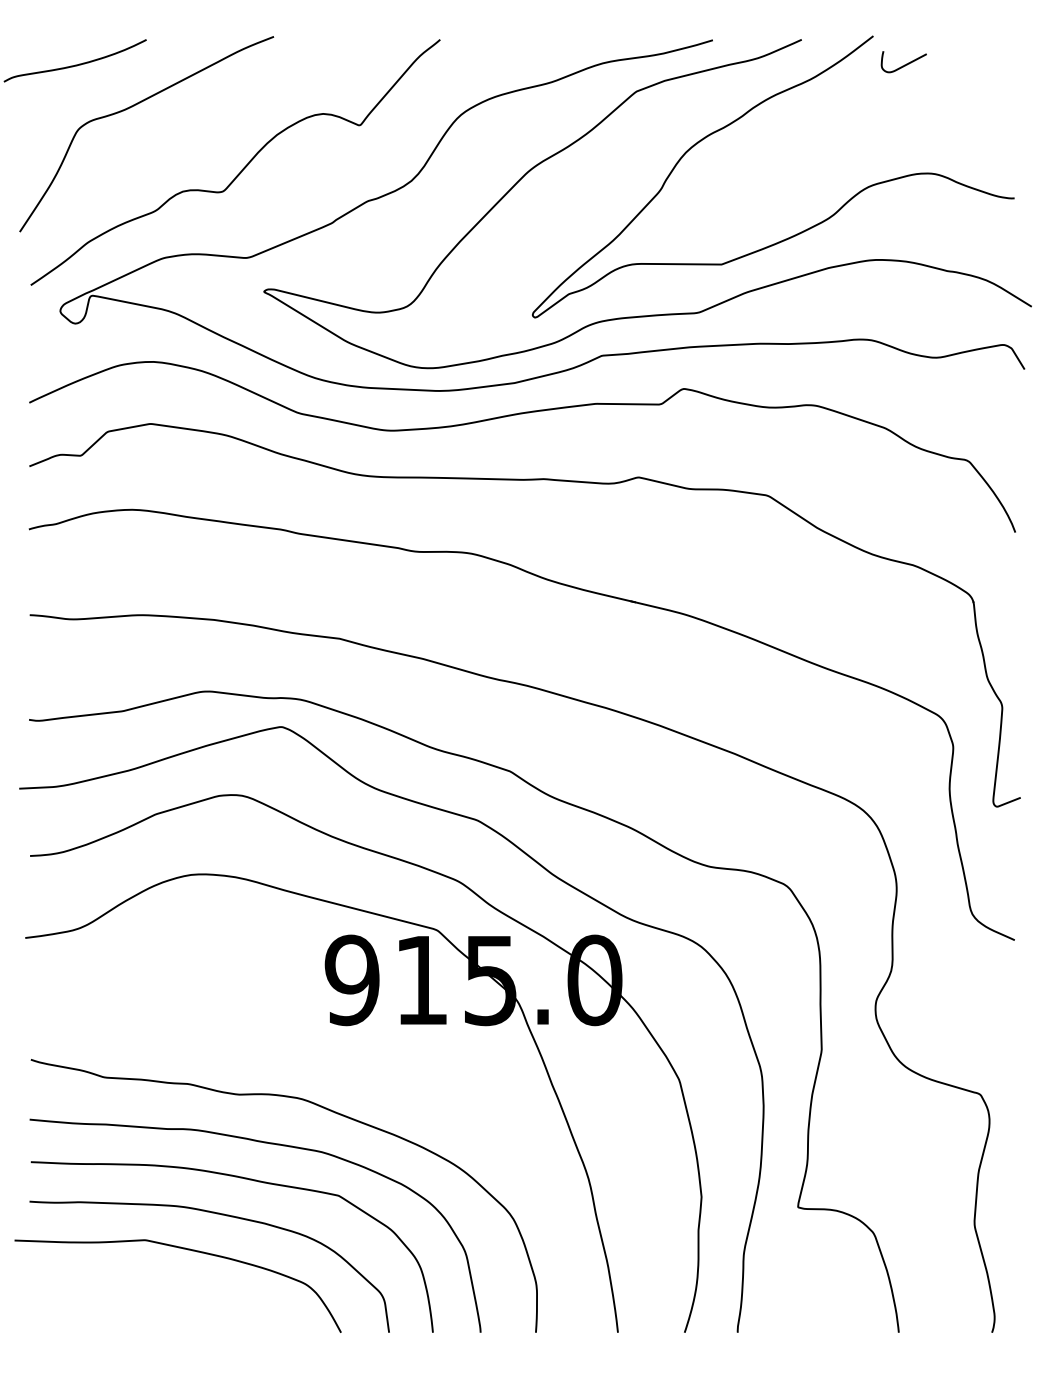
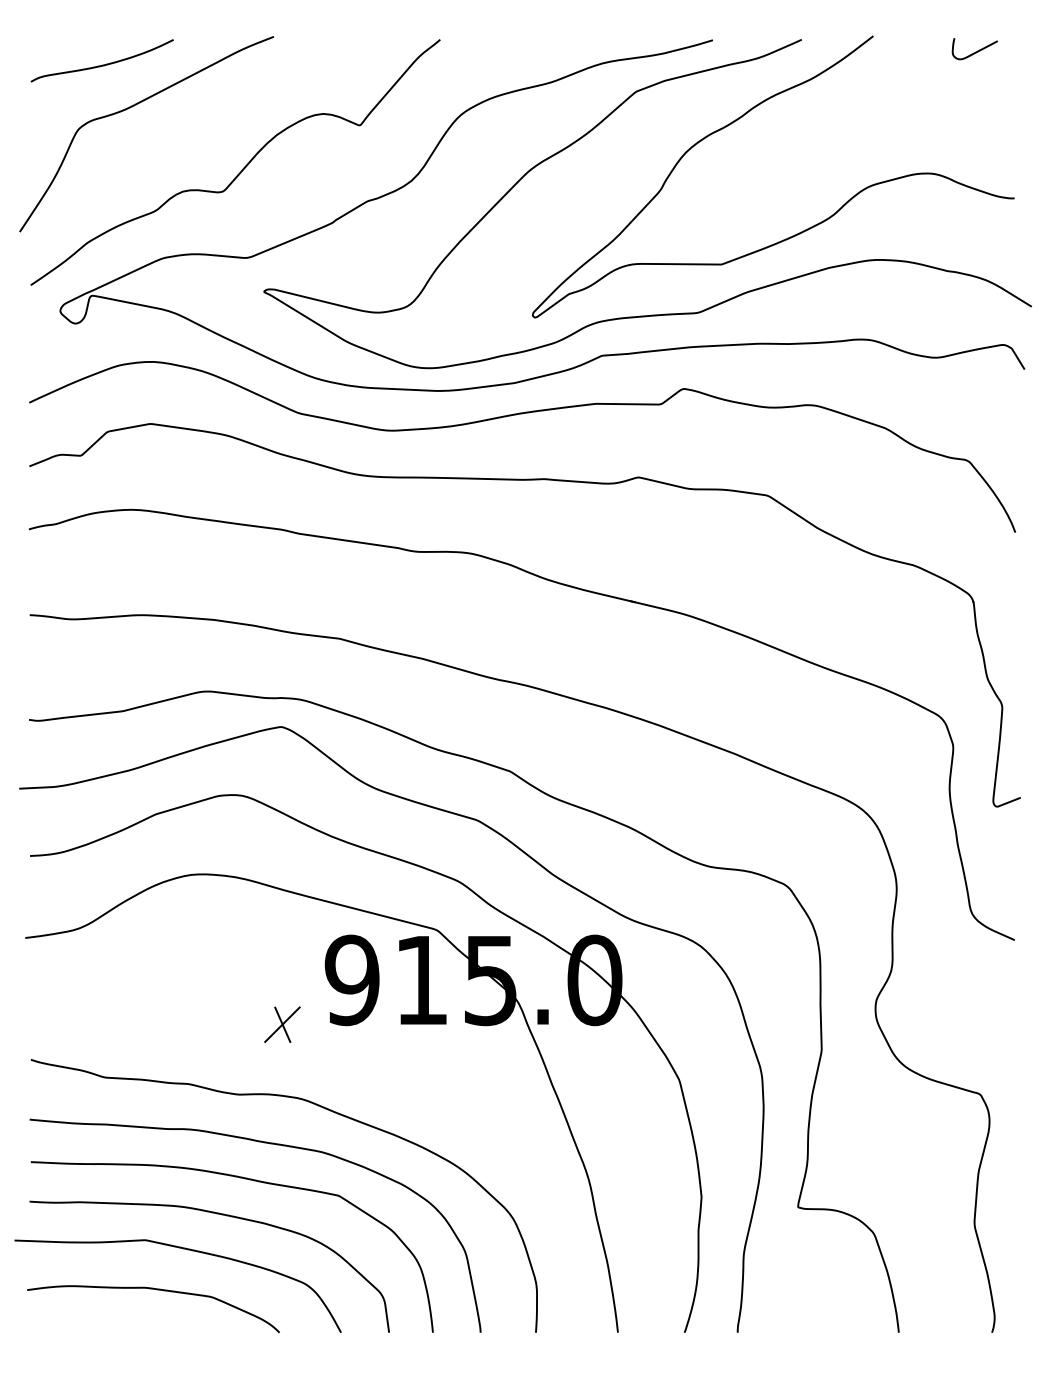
curve at (75, 64) position: (75, 64) -> (102, 64)
curve at (904, 64) position: (904, 64) -> (975, 51)
part at (282, 1024): none -> present
curve at (156, 1290): none -> present
